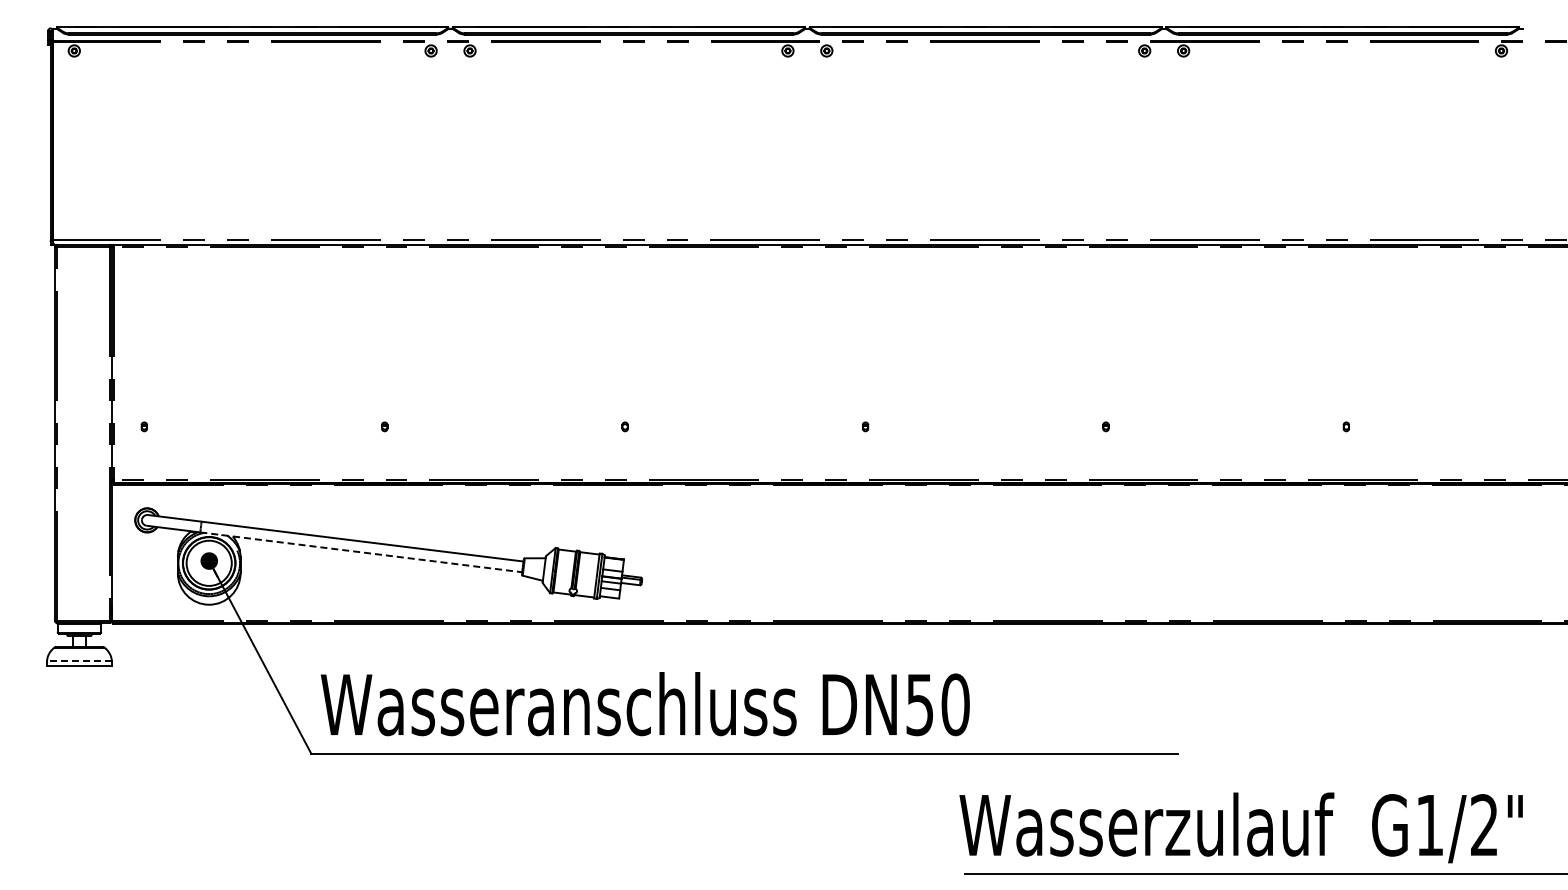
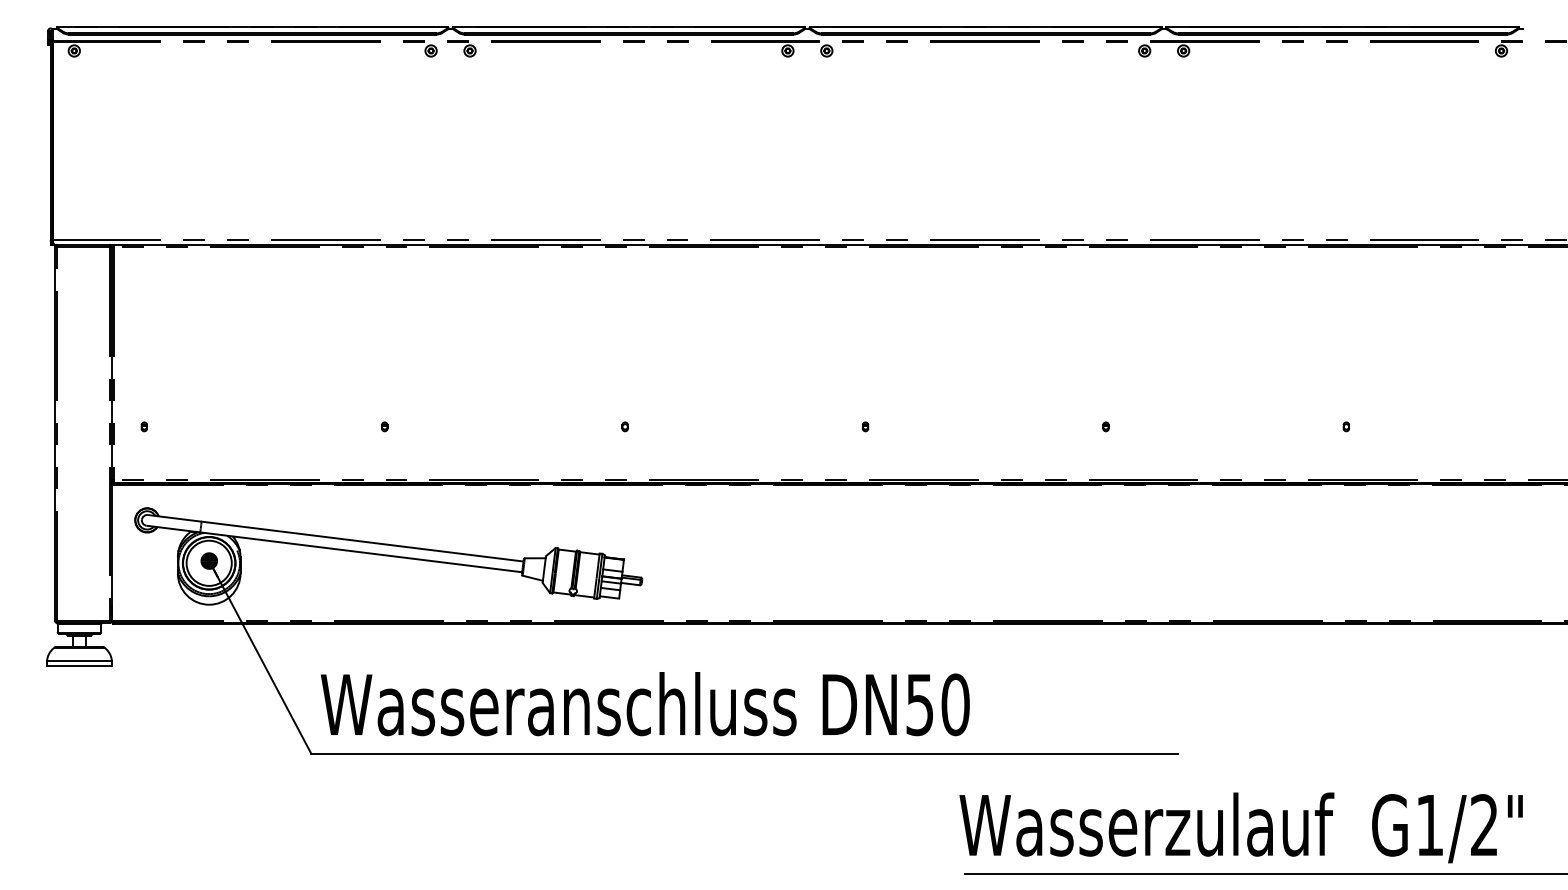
line at (361, 552): dashed -> solid
line at (78, 660): dashed -> solid
